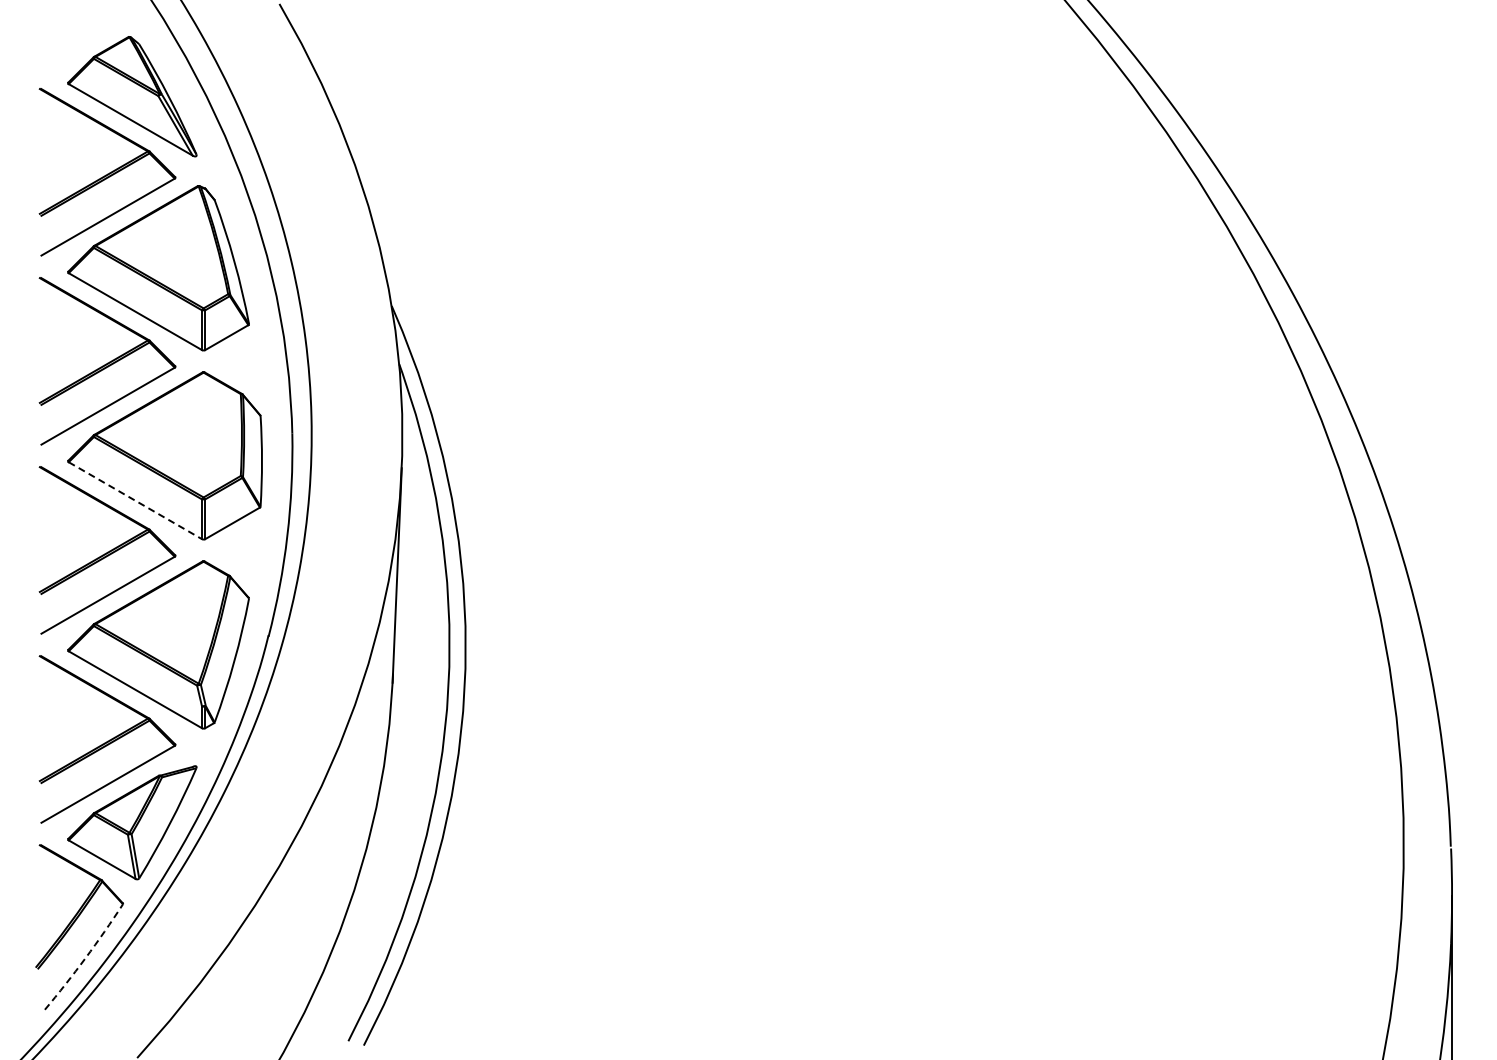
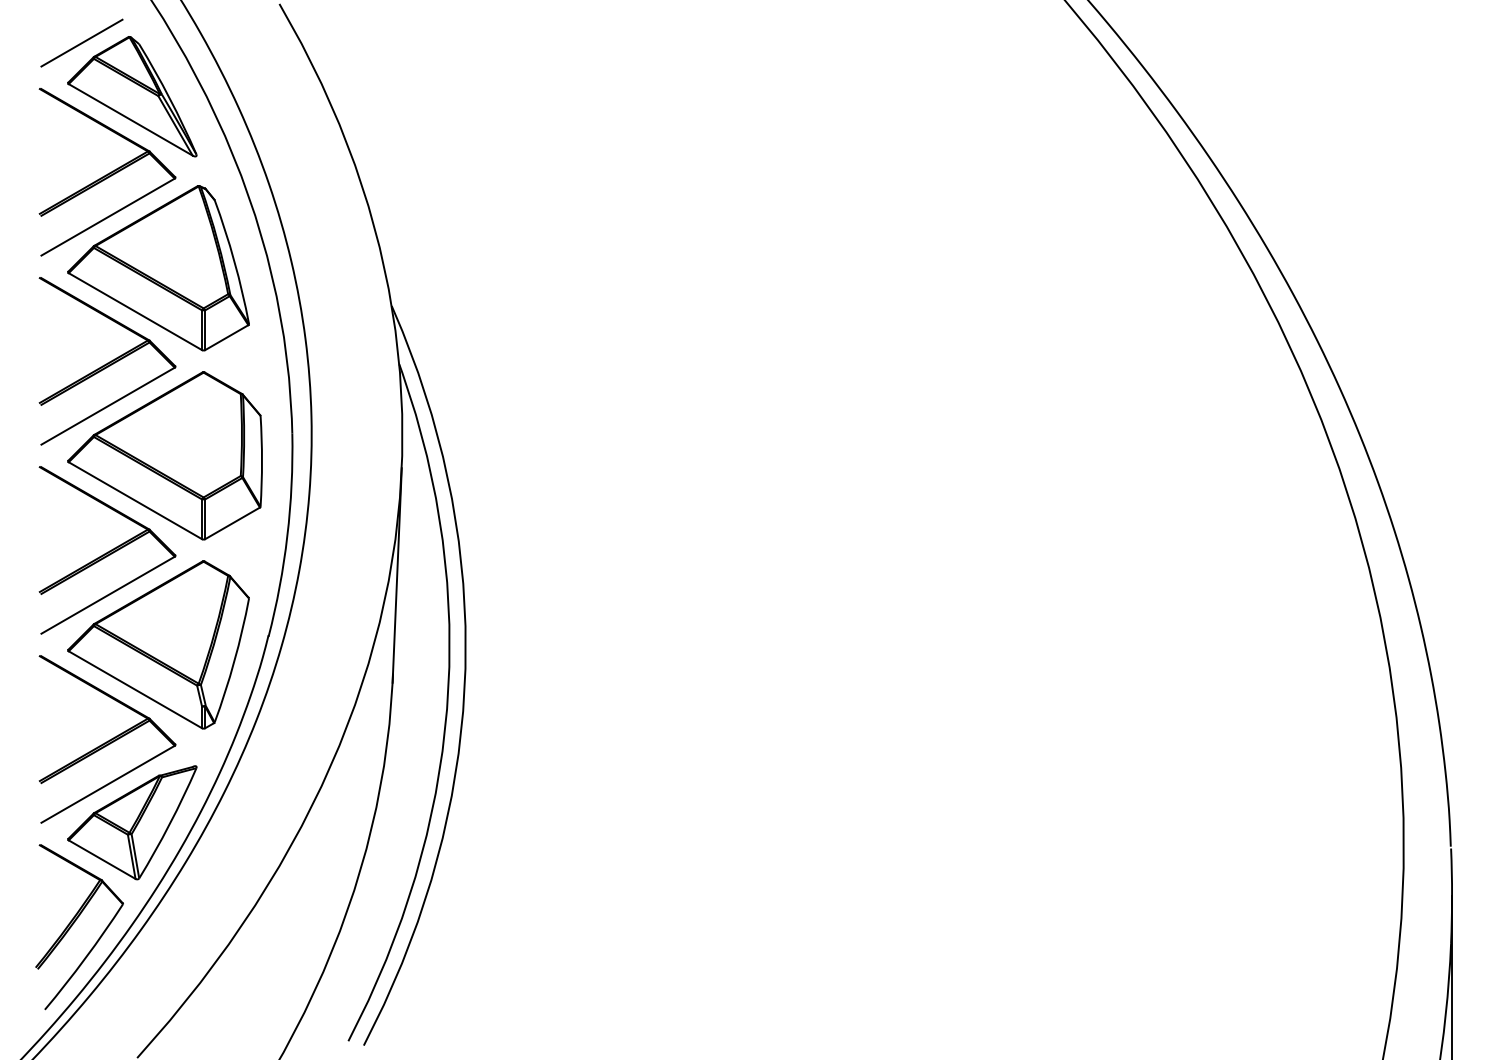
line at (81, 42): none -> present
line at (135, 500): dashed -> solid
arc at (85, 958): dashed -> solid
